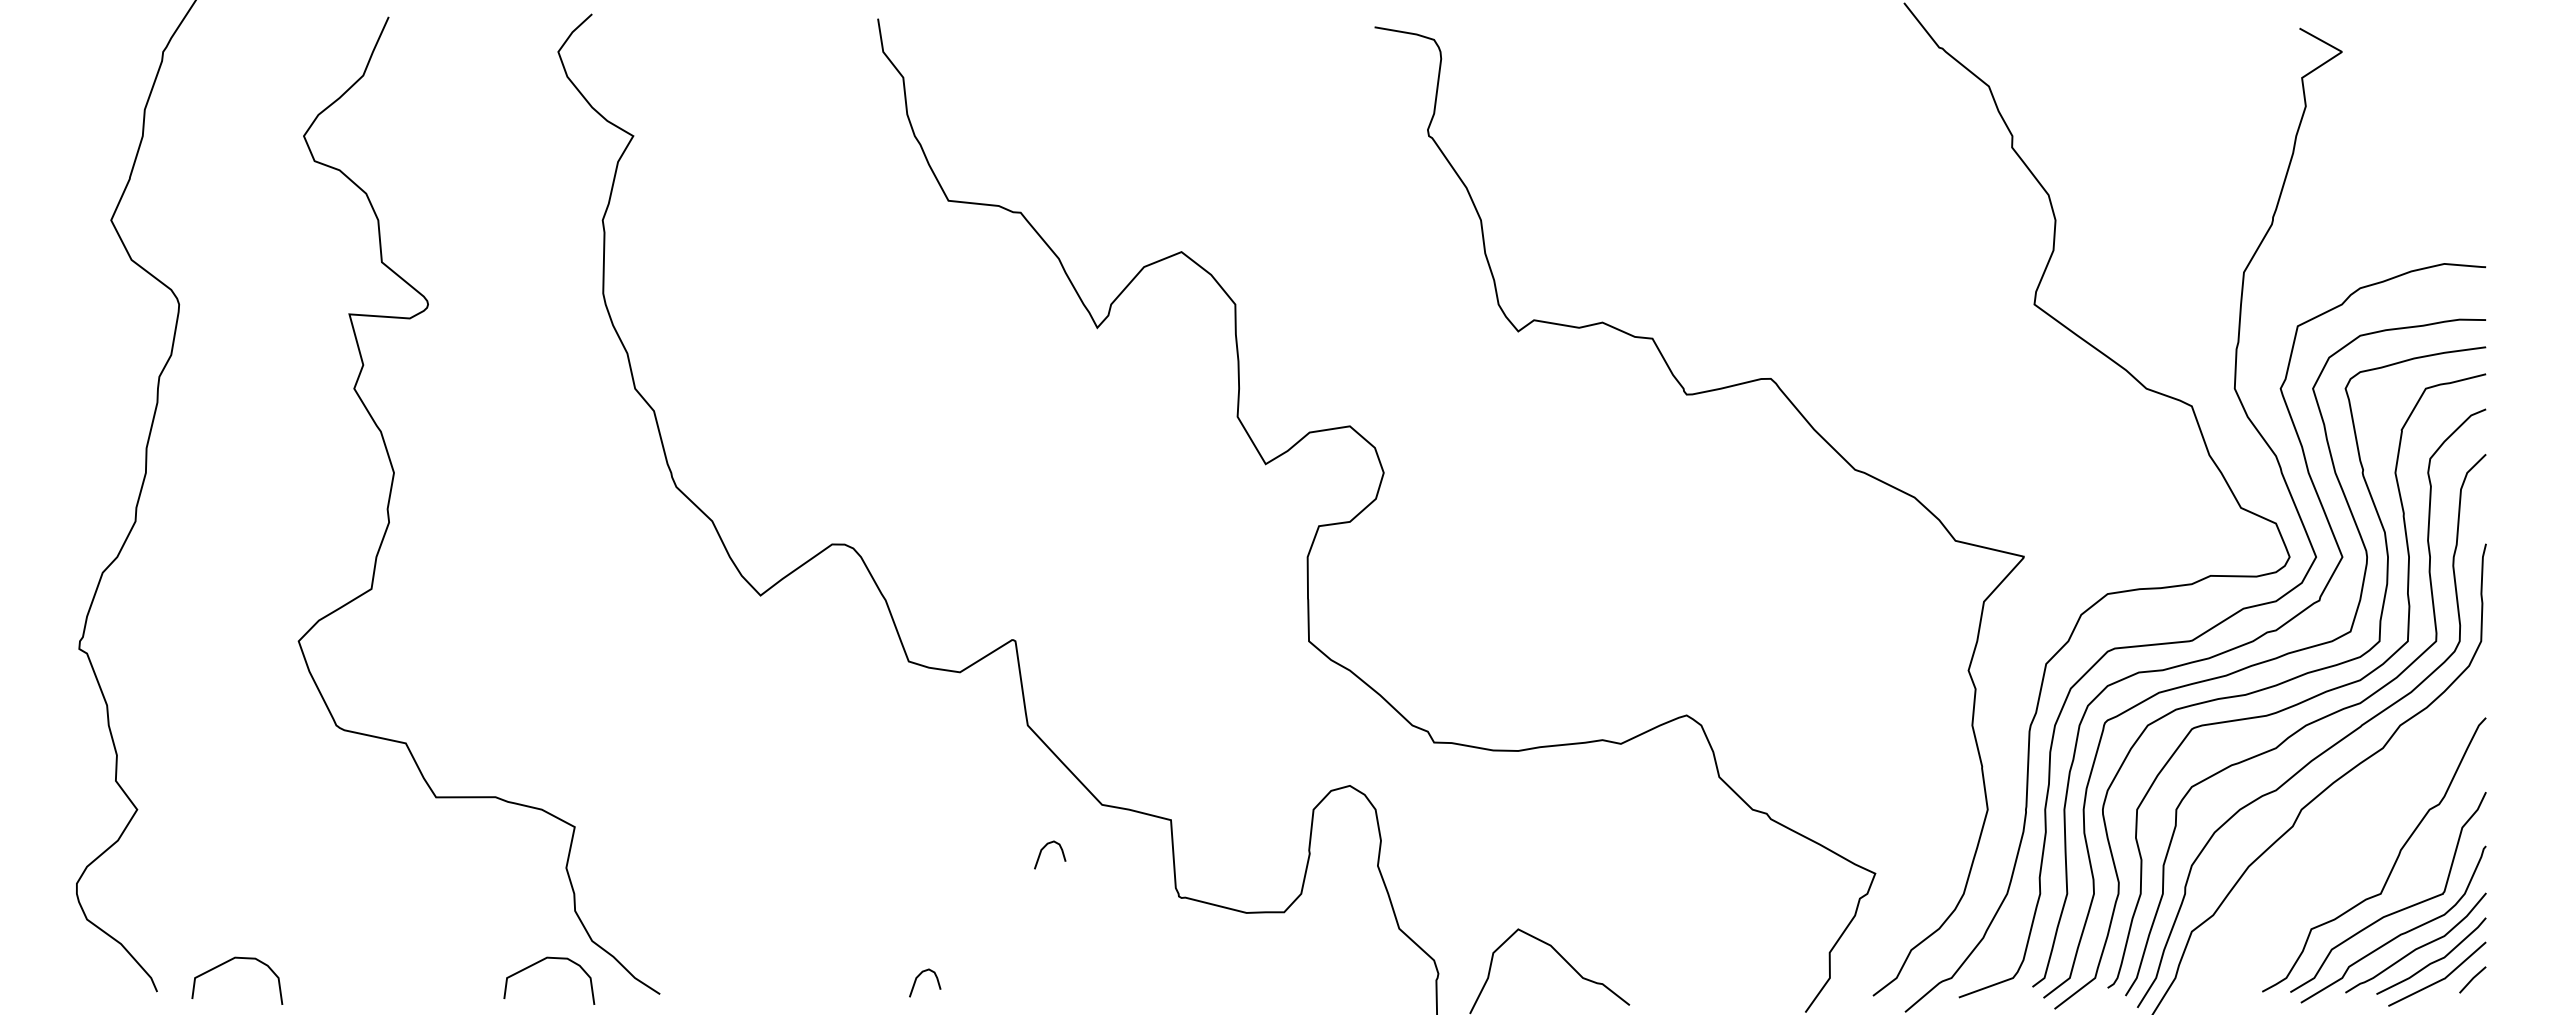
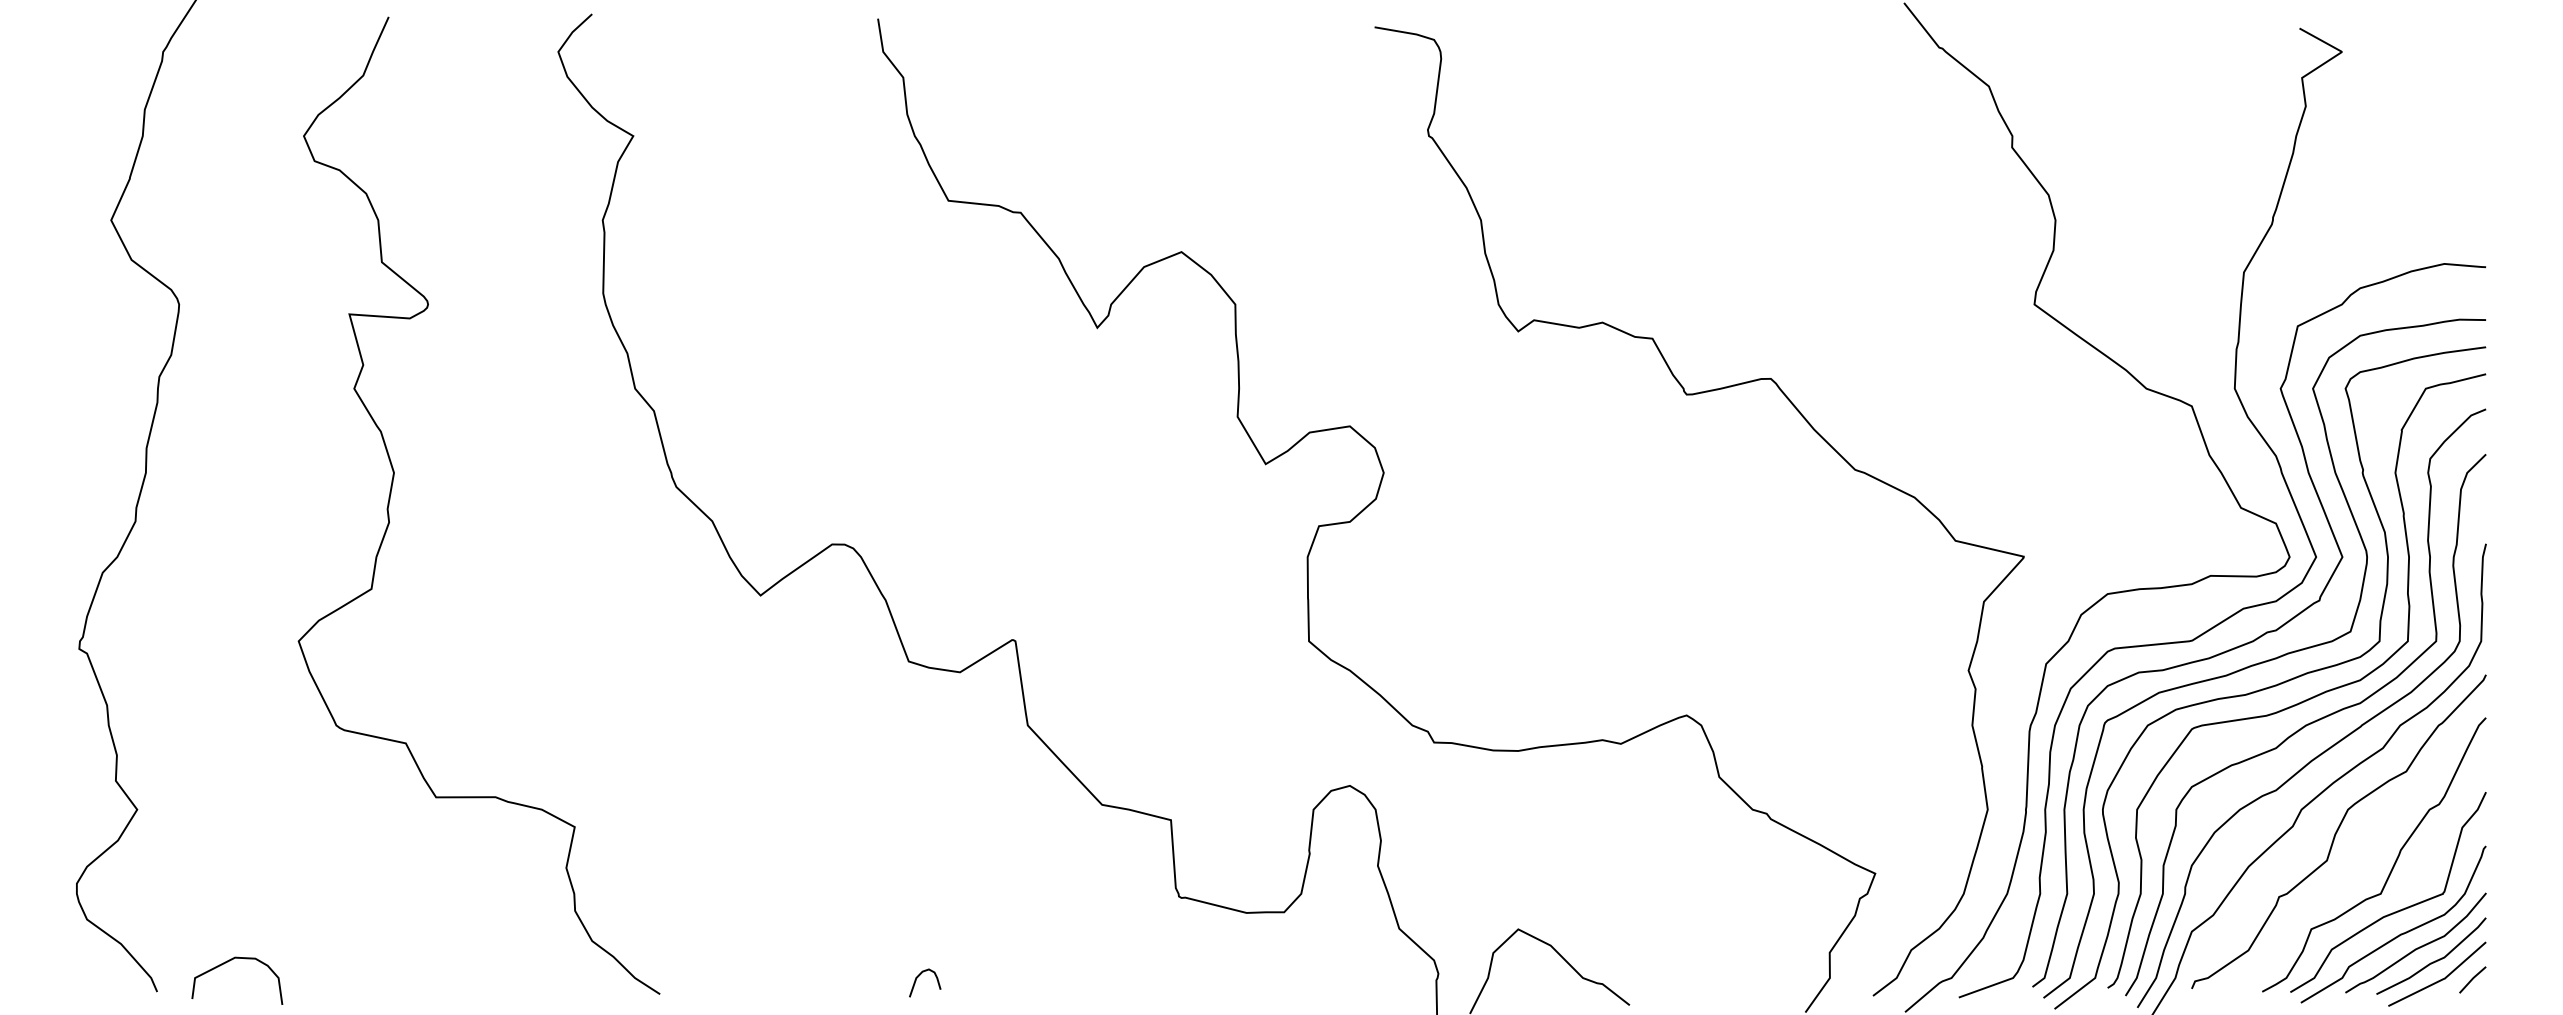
curve at (2338, 830): none -> present
curve at (1044, 848): present -> none
curve at (540, 962): present -> none
